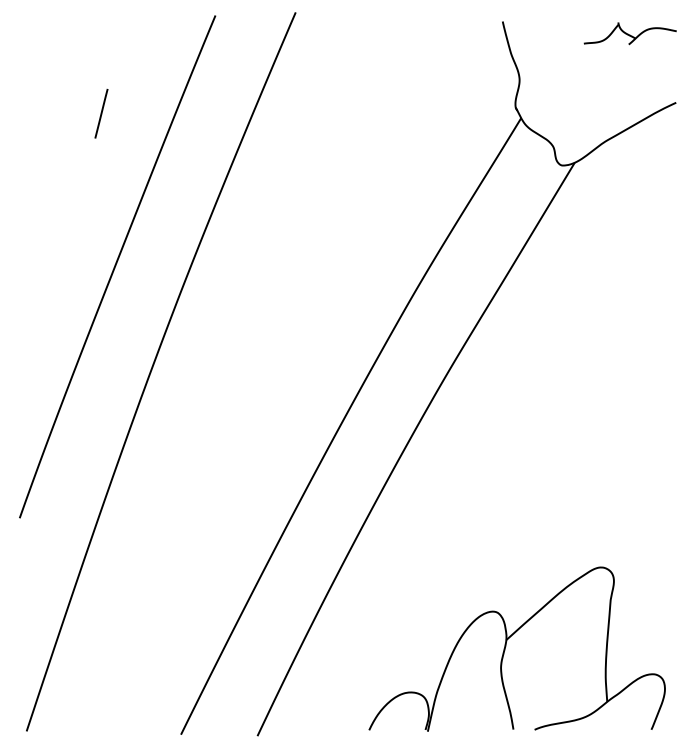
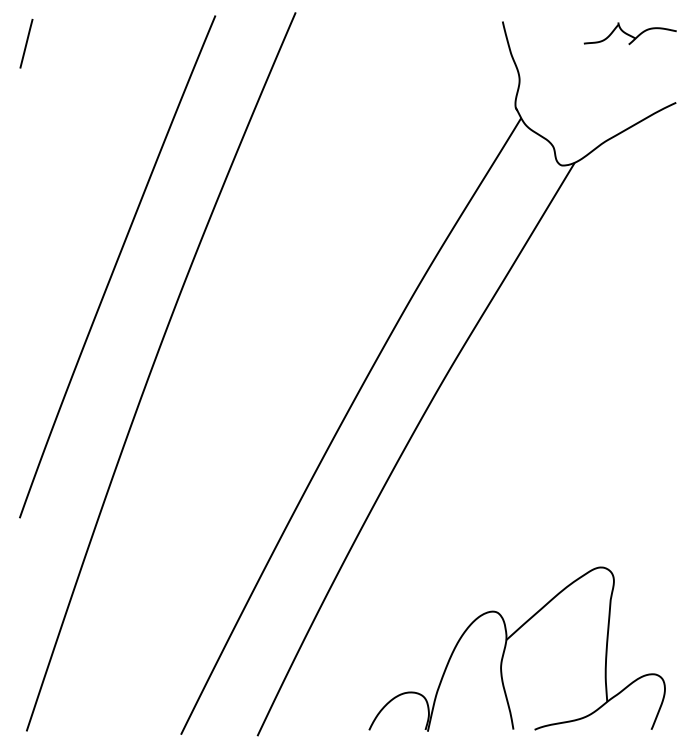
line at (101, 113) position: (101, 113) -> (26, 43)
